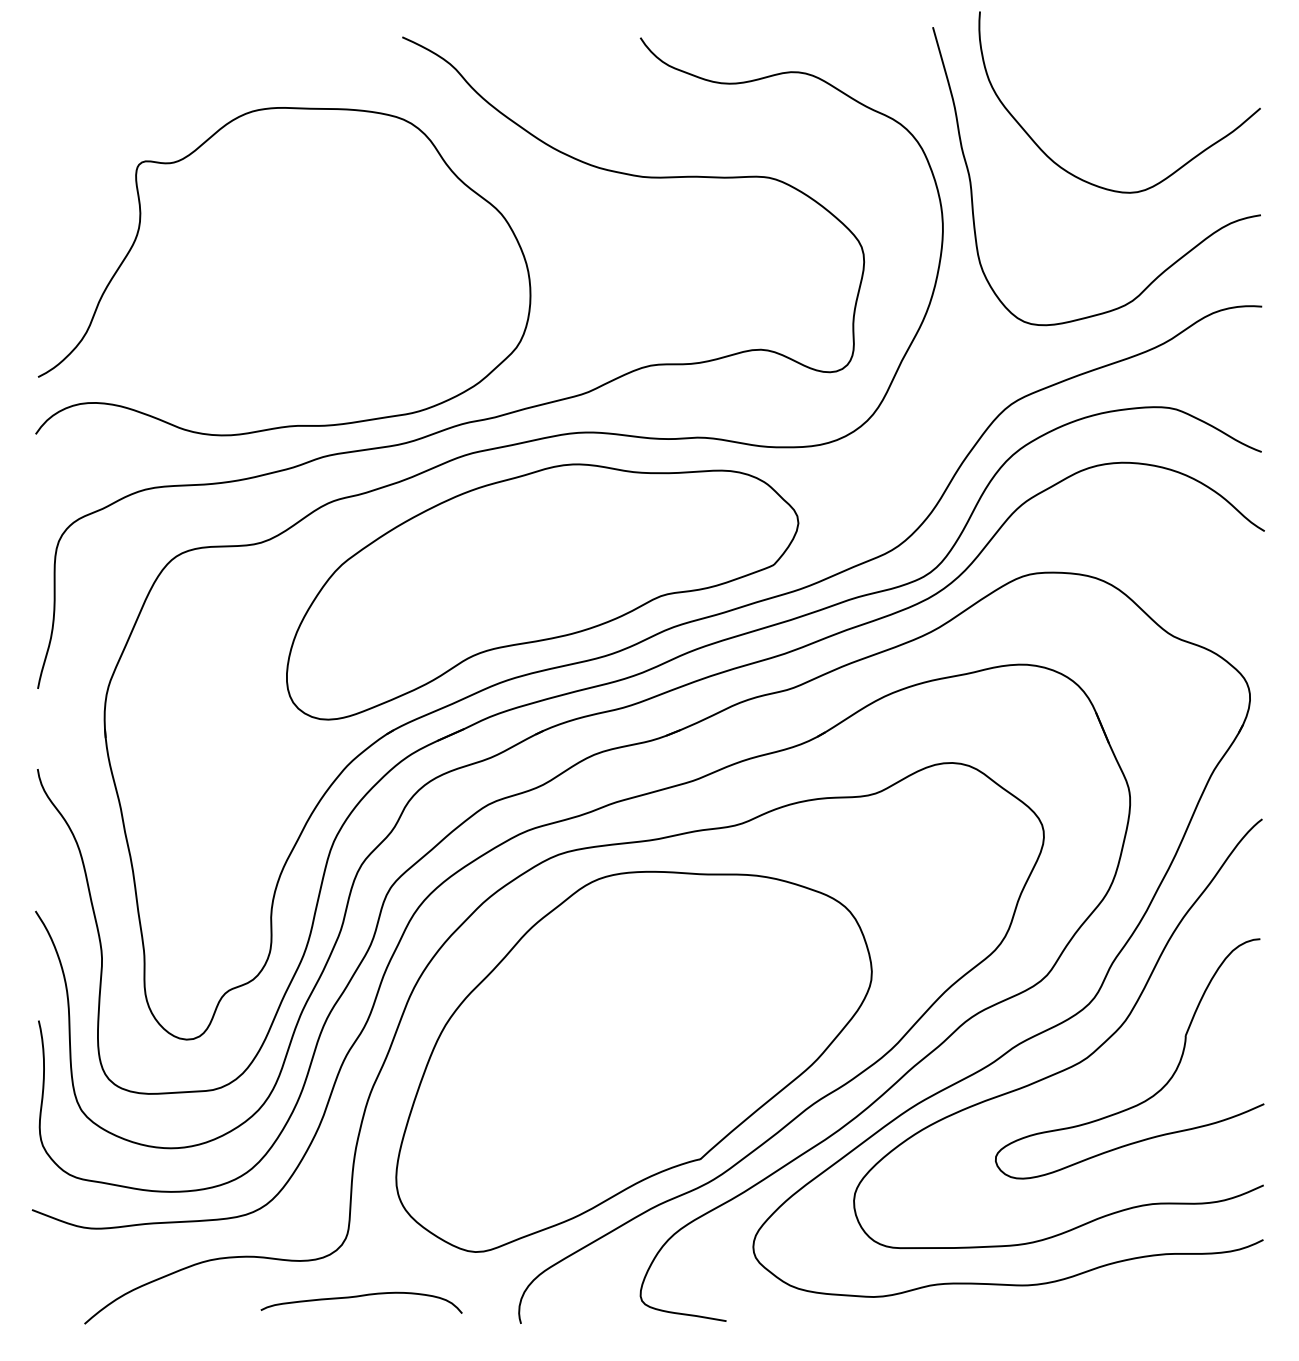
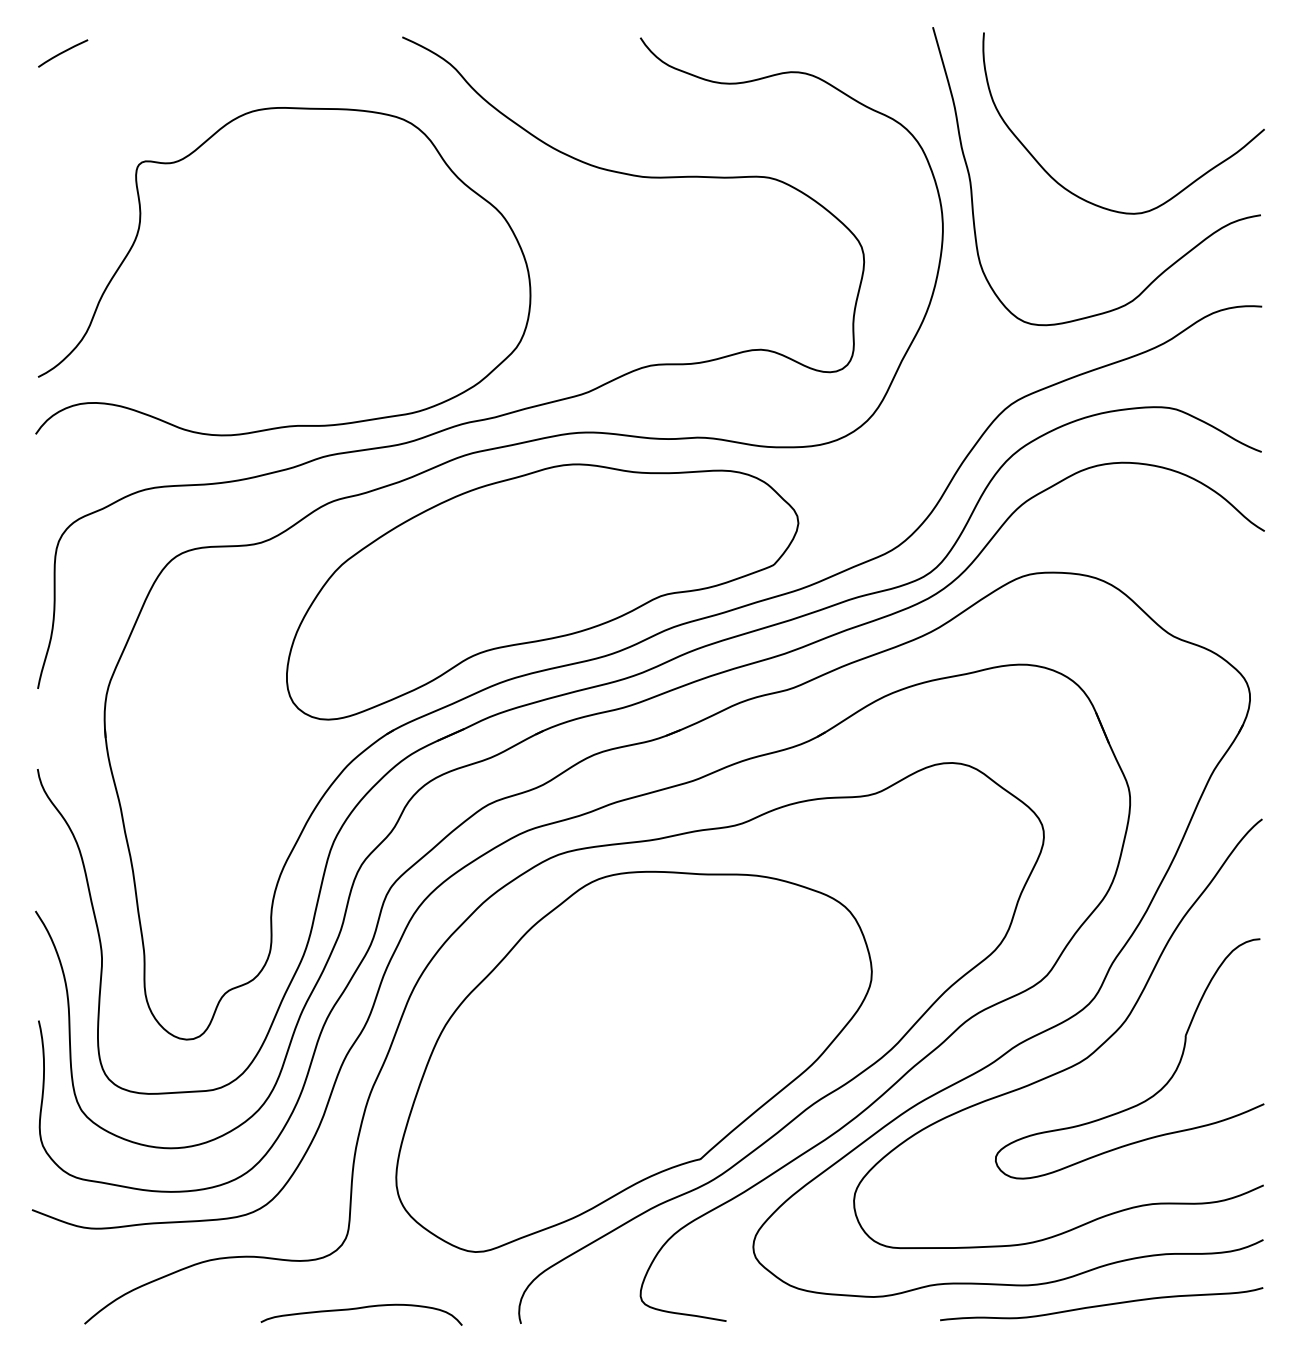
curve at (63, 53): none -> present
curve at (1086, 180) position: (1086, 180) -> (1090, 201)
curve at (358, 1297) position: (358, 1297) -> (358, 1309)
curve at (1101, 1304): none -> present
